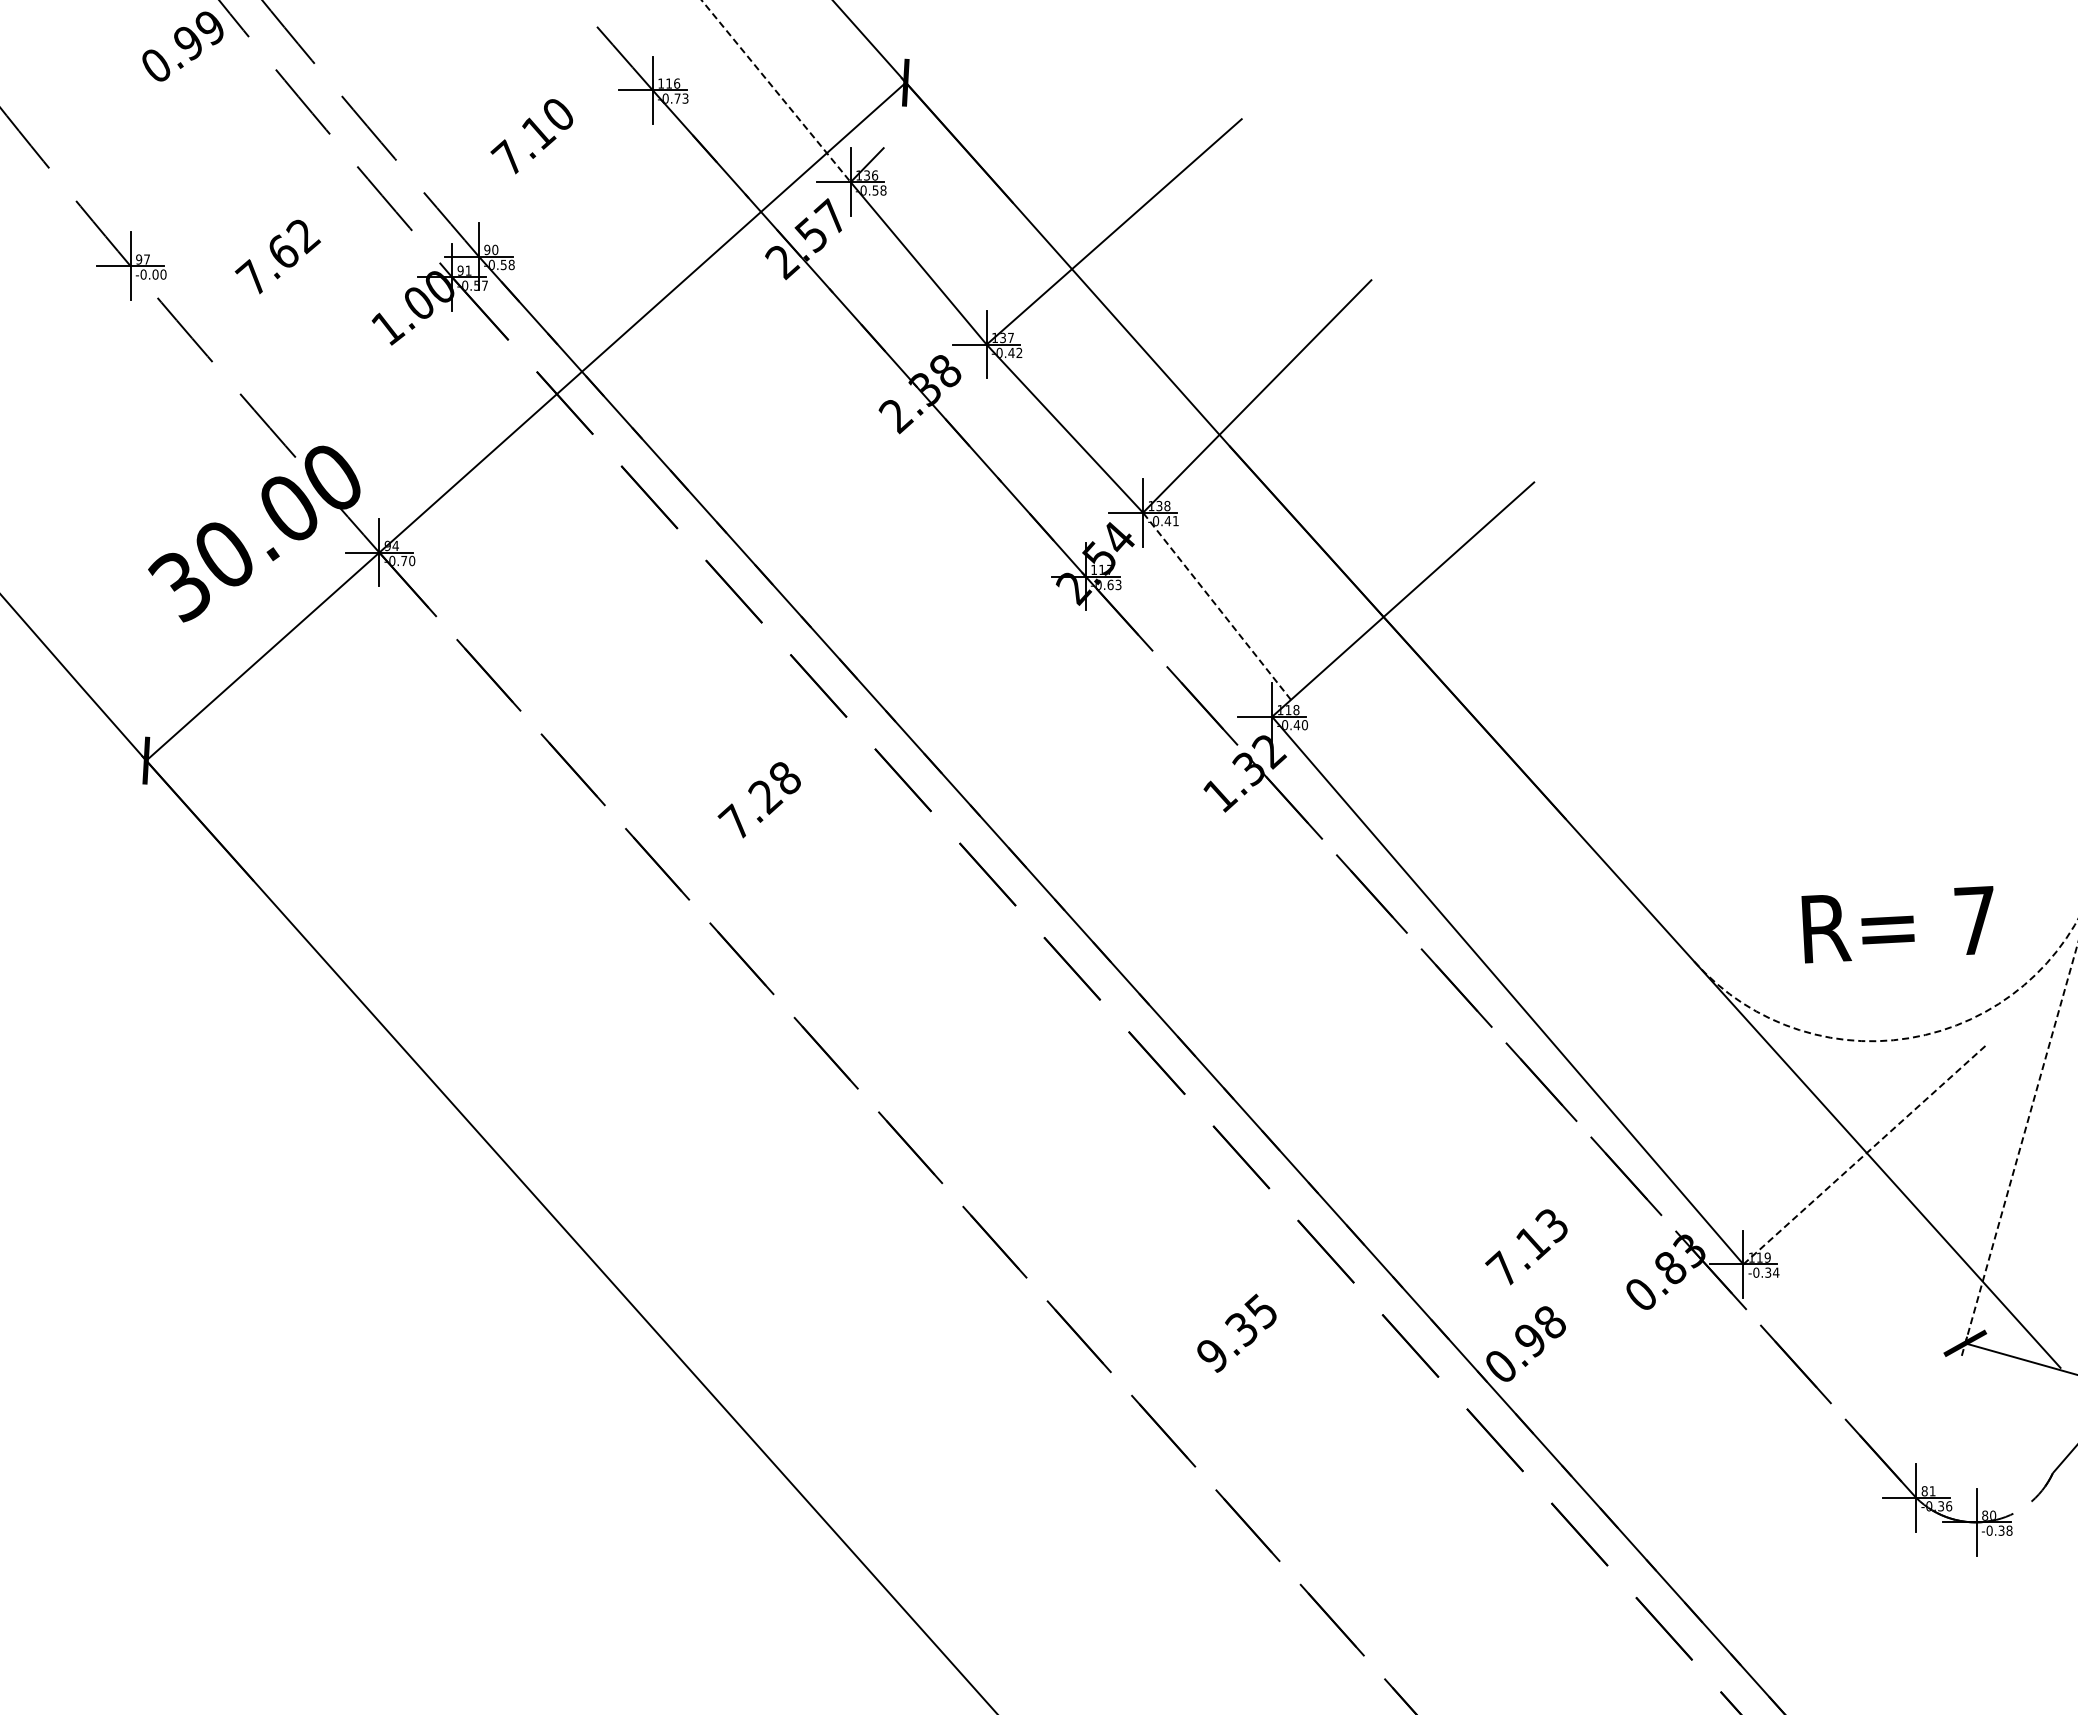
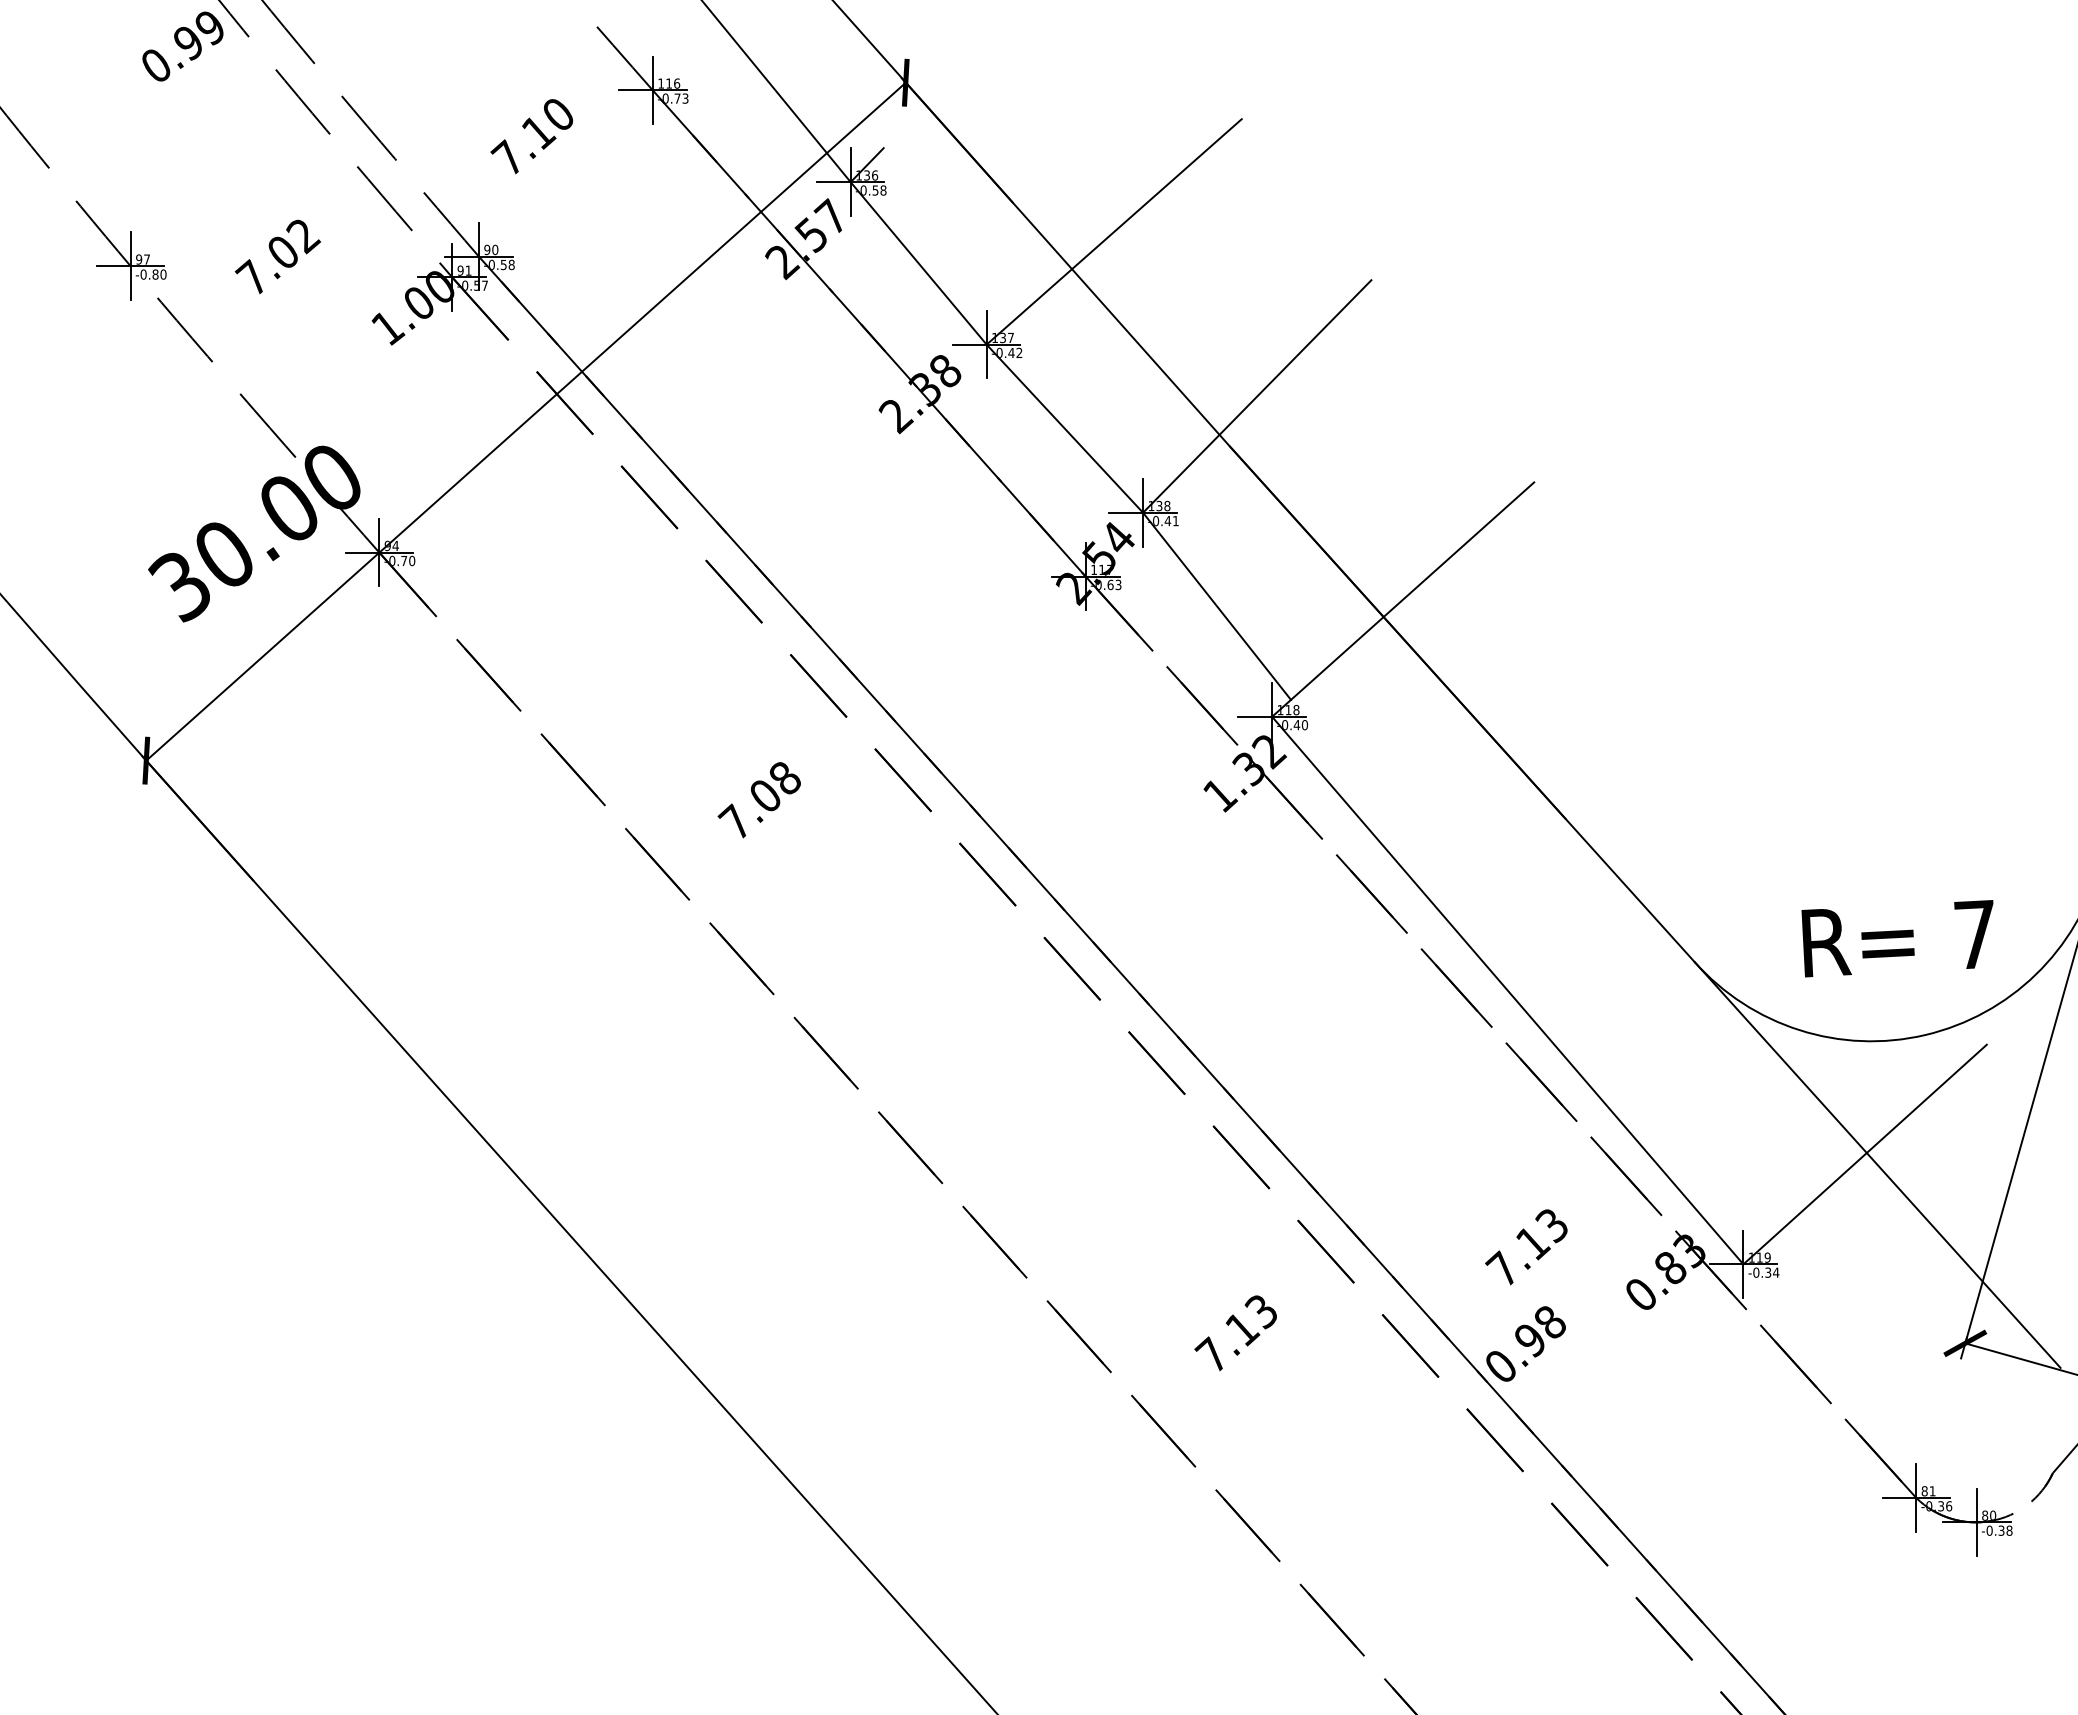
line at (776, 91): dashed -> solid
text at (283, 250): 7.62 -> 7.02
text at (155, 274): -0.00 -> -0.80
line at (1216, 605): dashed -> solid
text at (765, 797): 7.28 -> 7.08
text at (1897, 924) position: (1897, 924) -> (1897, 938)
arc at (1897, 1039): dashed -> solid
line at (2019, 1151): dashed -> solid
line at (1865, 1154): dashed -> solid
text at (1235, 1332): 9.35 -> 7.13
